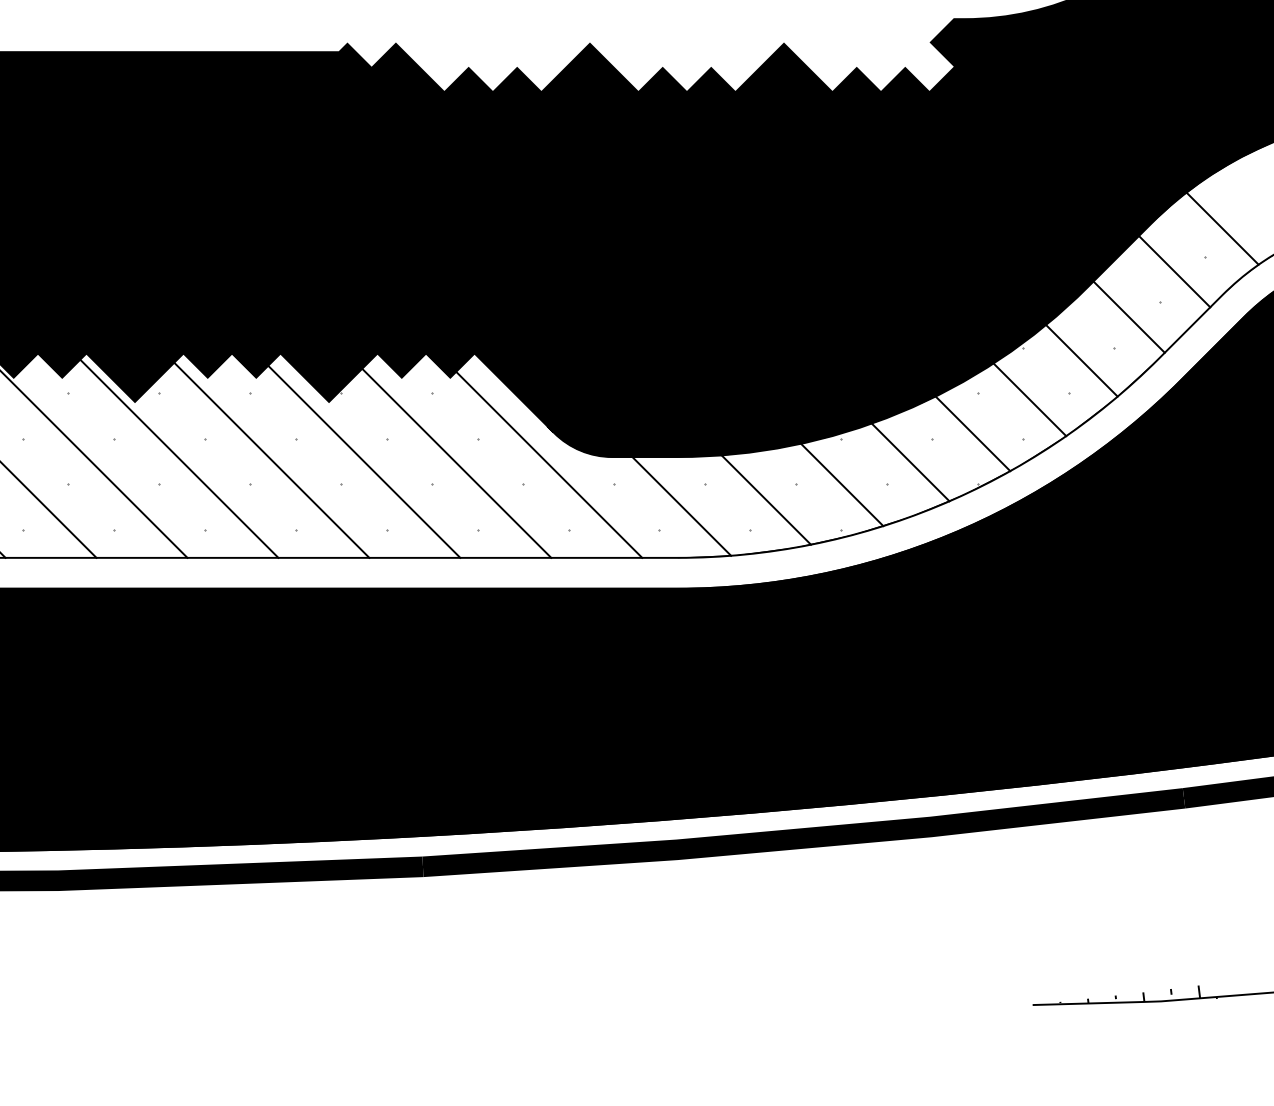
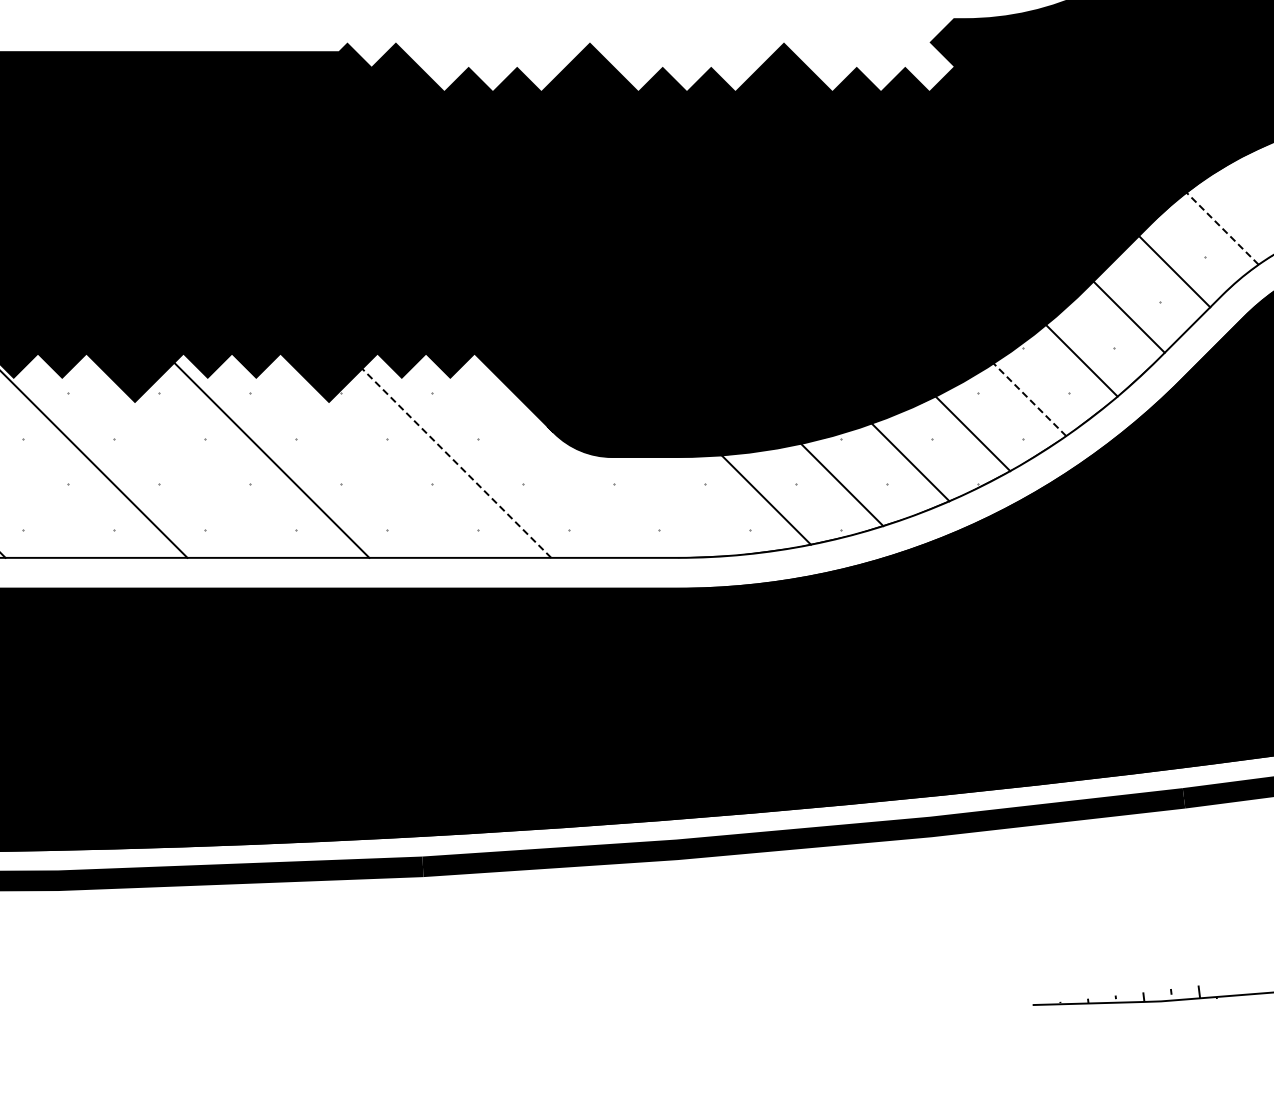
line at (1222, 228): solid -> dashed
line at (1029, 399): solid -> dashed
line at (179, 458): present -> none
line at (364, 461): present -> none
line at (456, 463): solid -> dashed
line at (549, 464): present -> none
line at (681, 506): present -> none
line at (49, 510): present -> none
